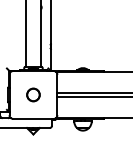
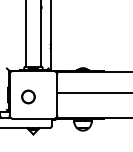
part at (33, 94) position: (33, 94) -> (28, 96)
line at (93, 97): present -> none
